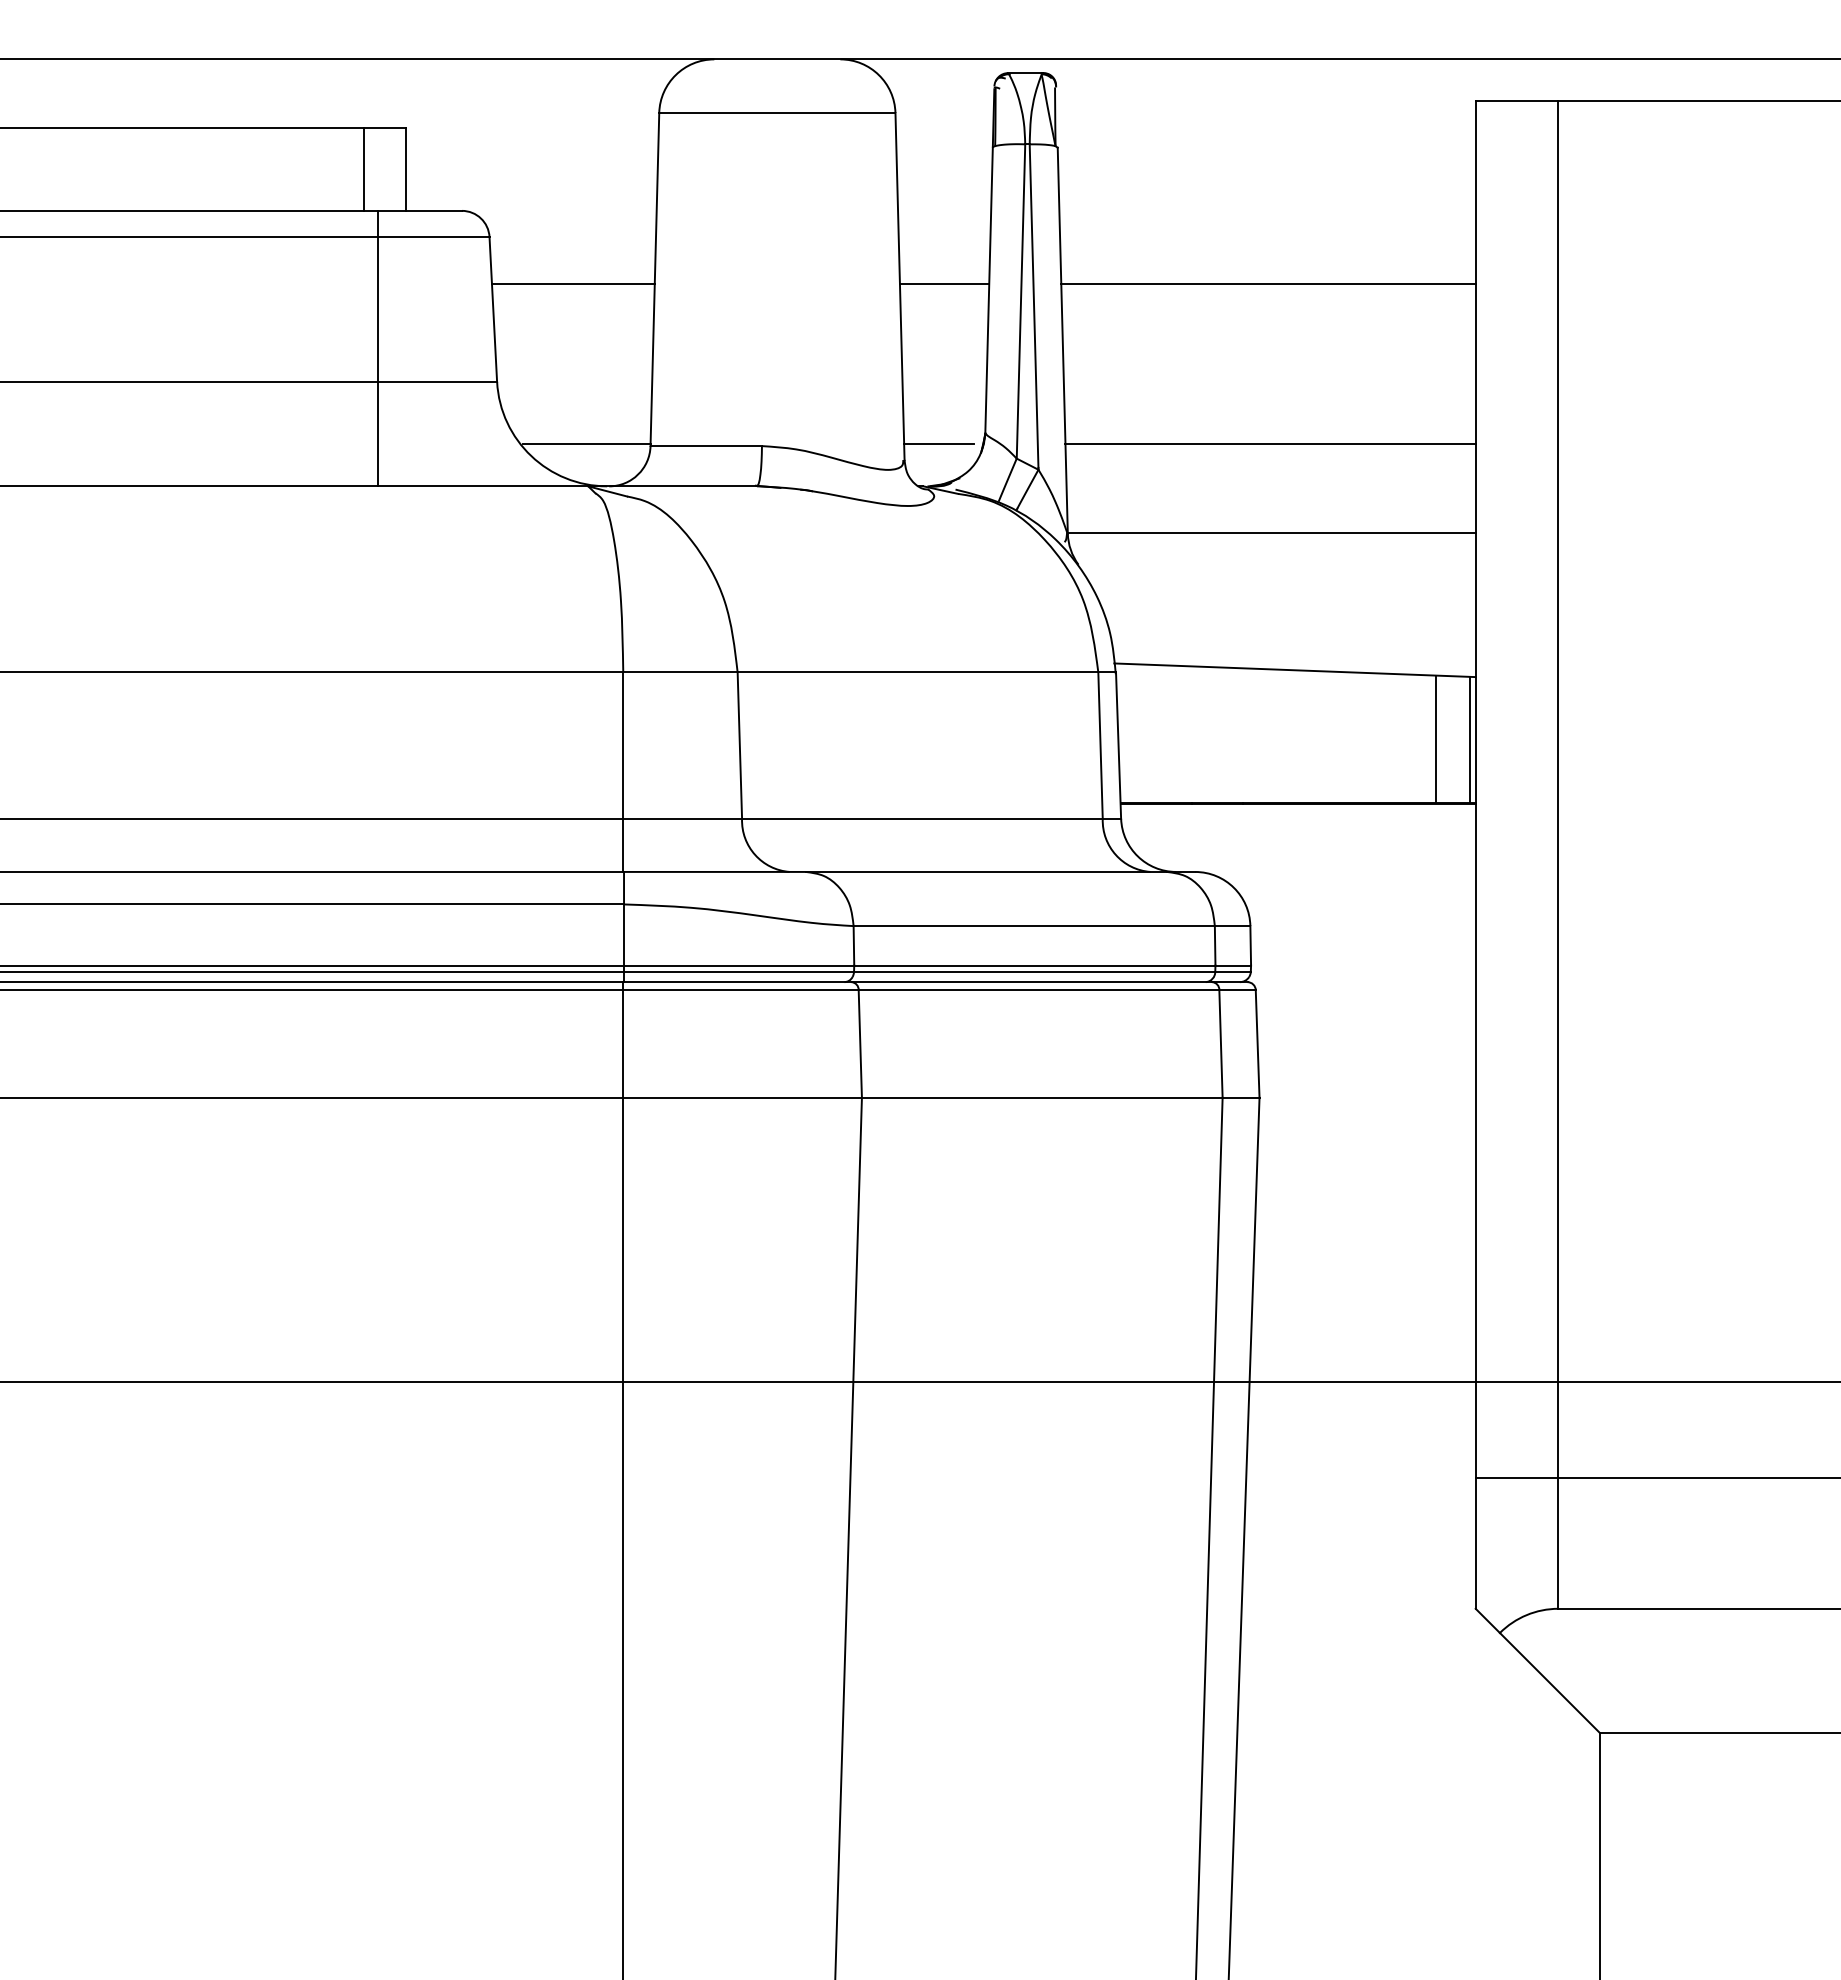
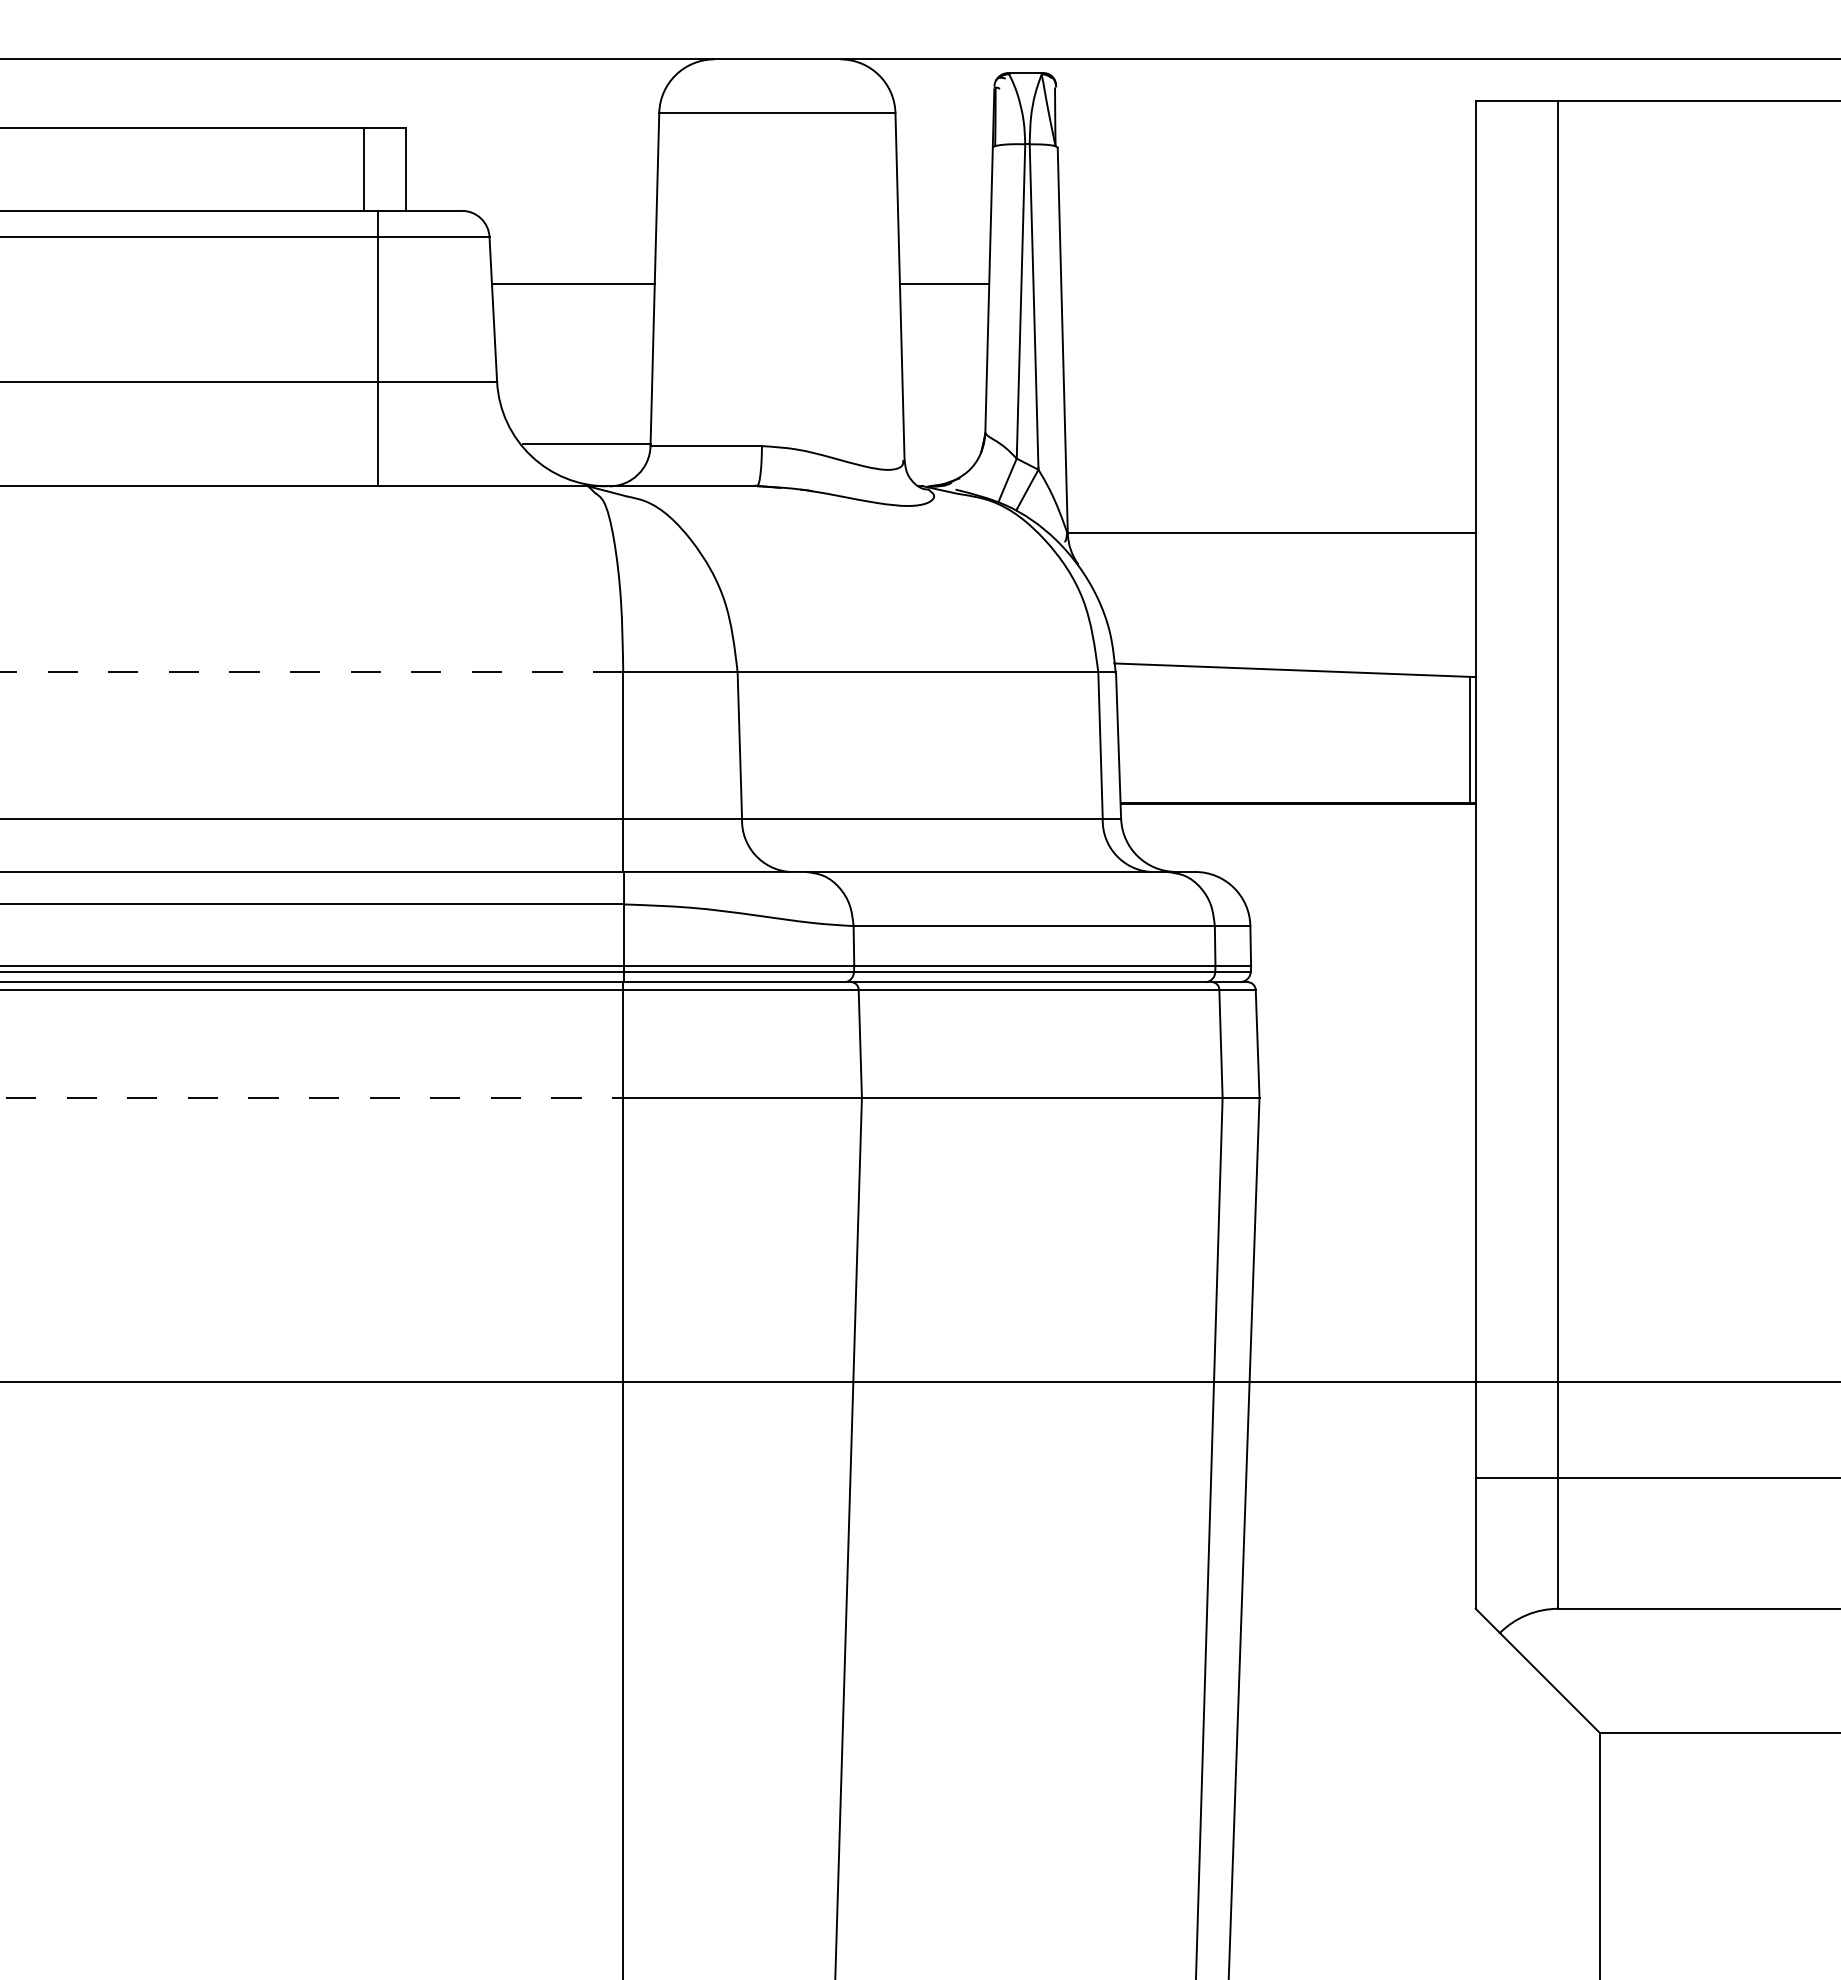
line at (1268, 284): present -> none
line at (939, 443): present -> none
line at (1270, 443): present -> none
line at (311, 672): solid -> dashed
line at (1436, 739): present -> none
line at (312, 1097): solid -> dashed
